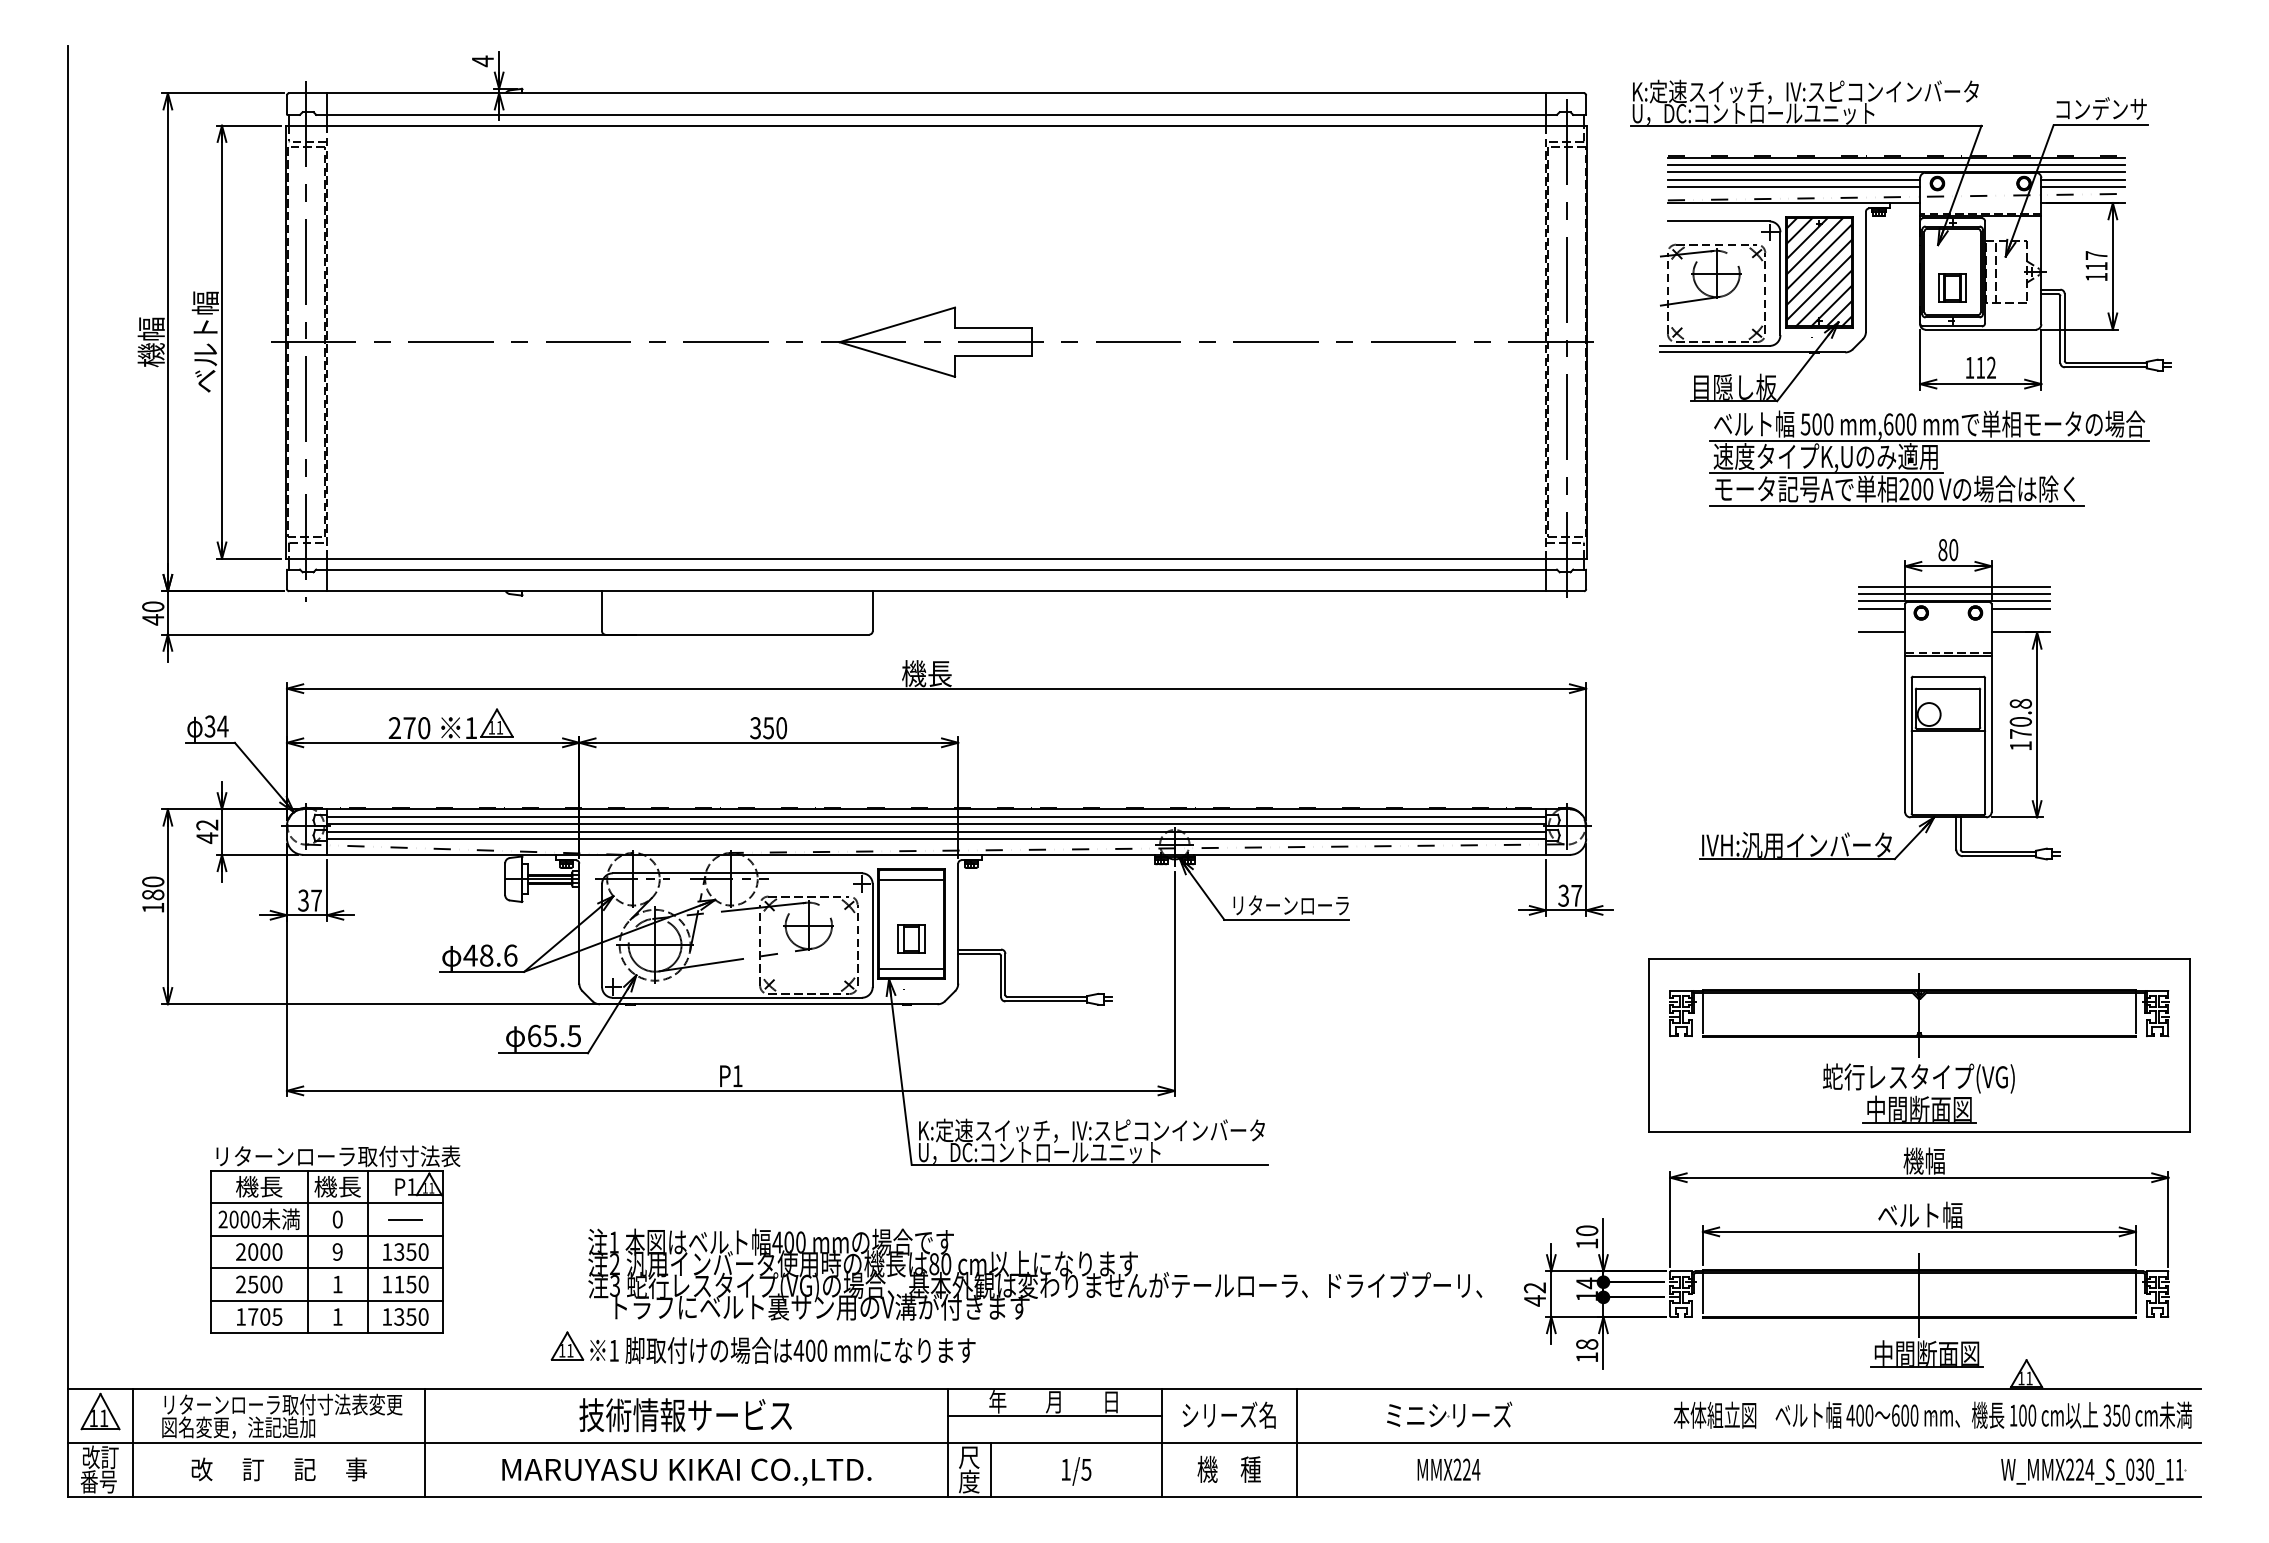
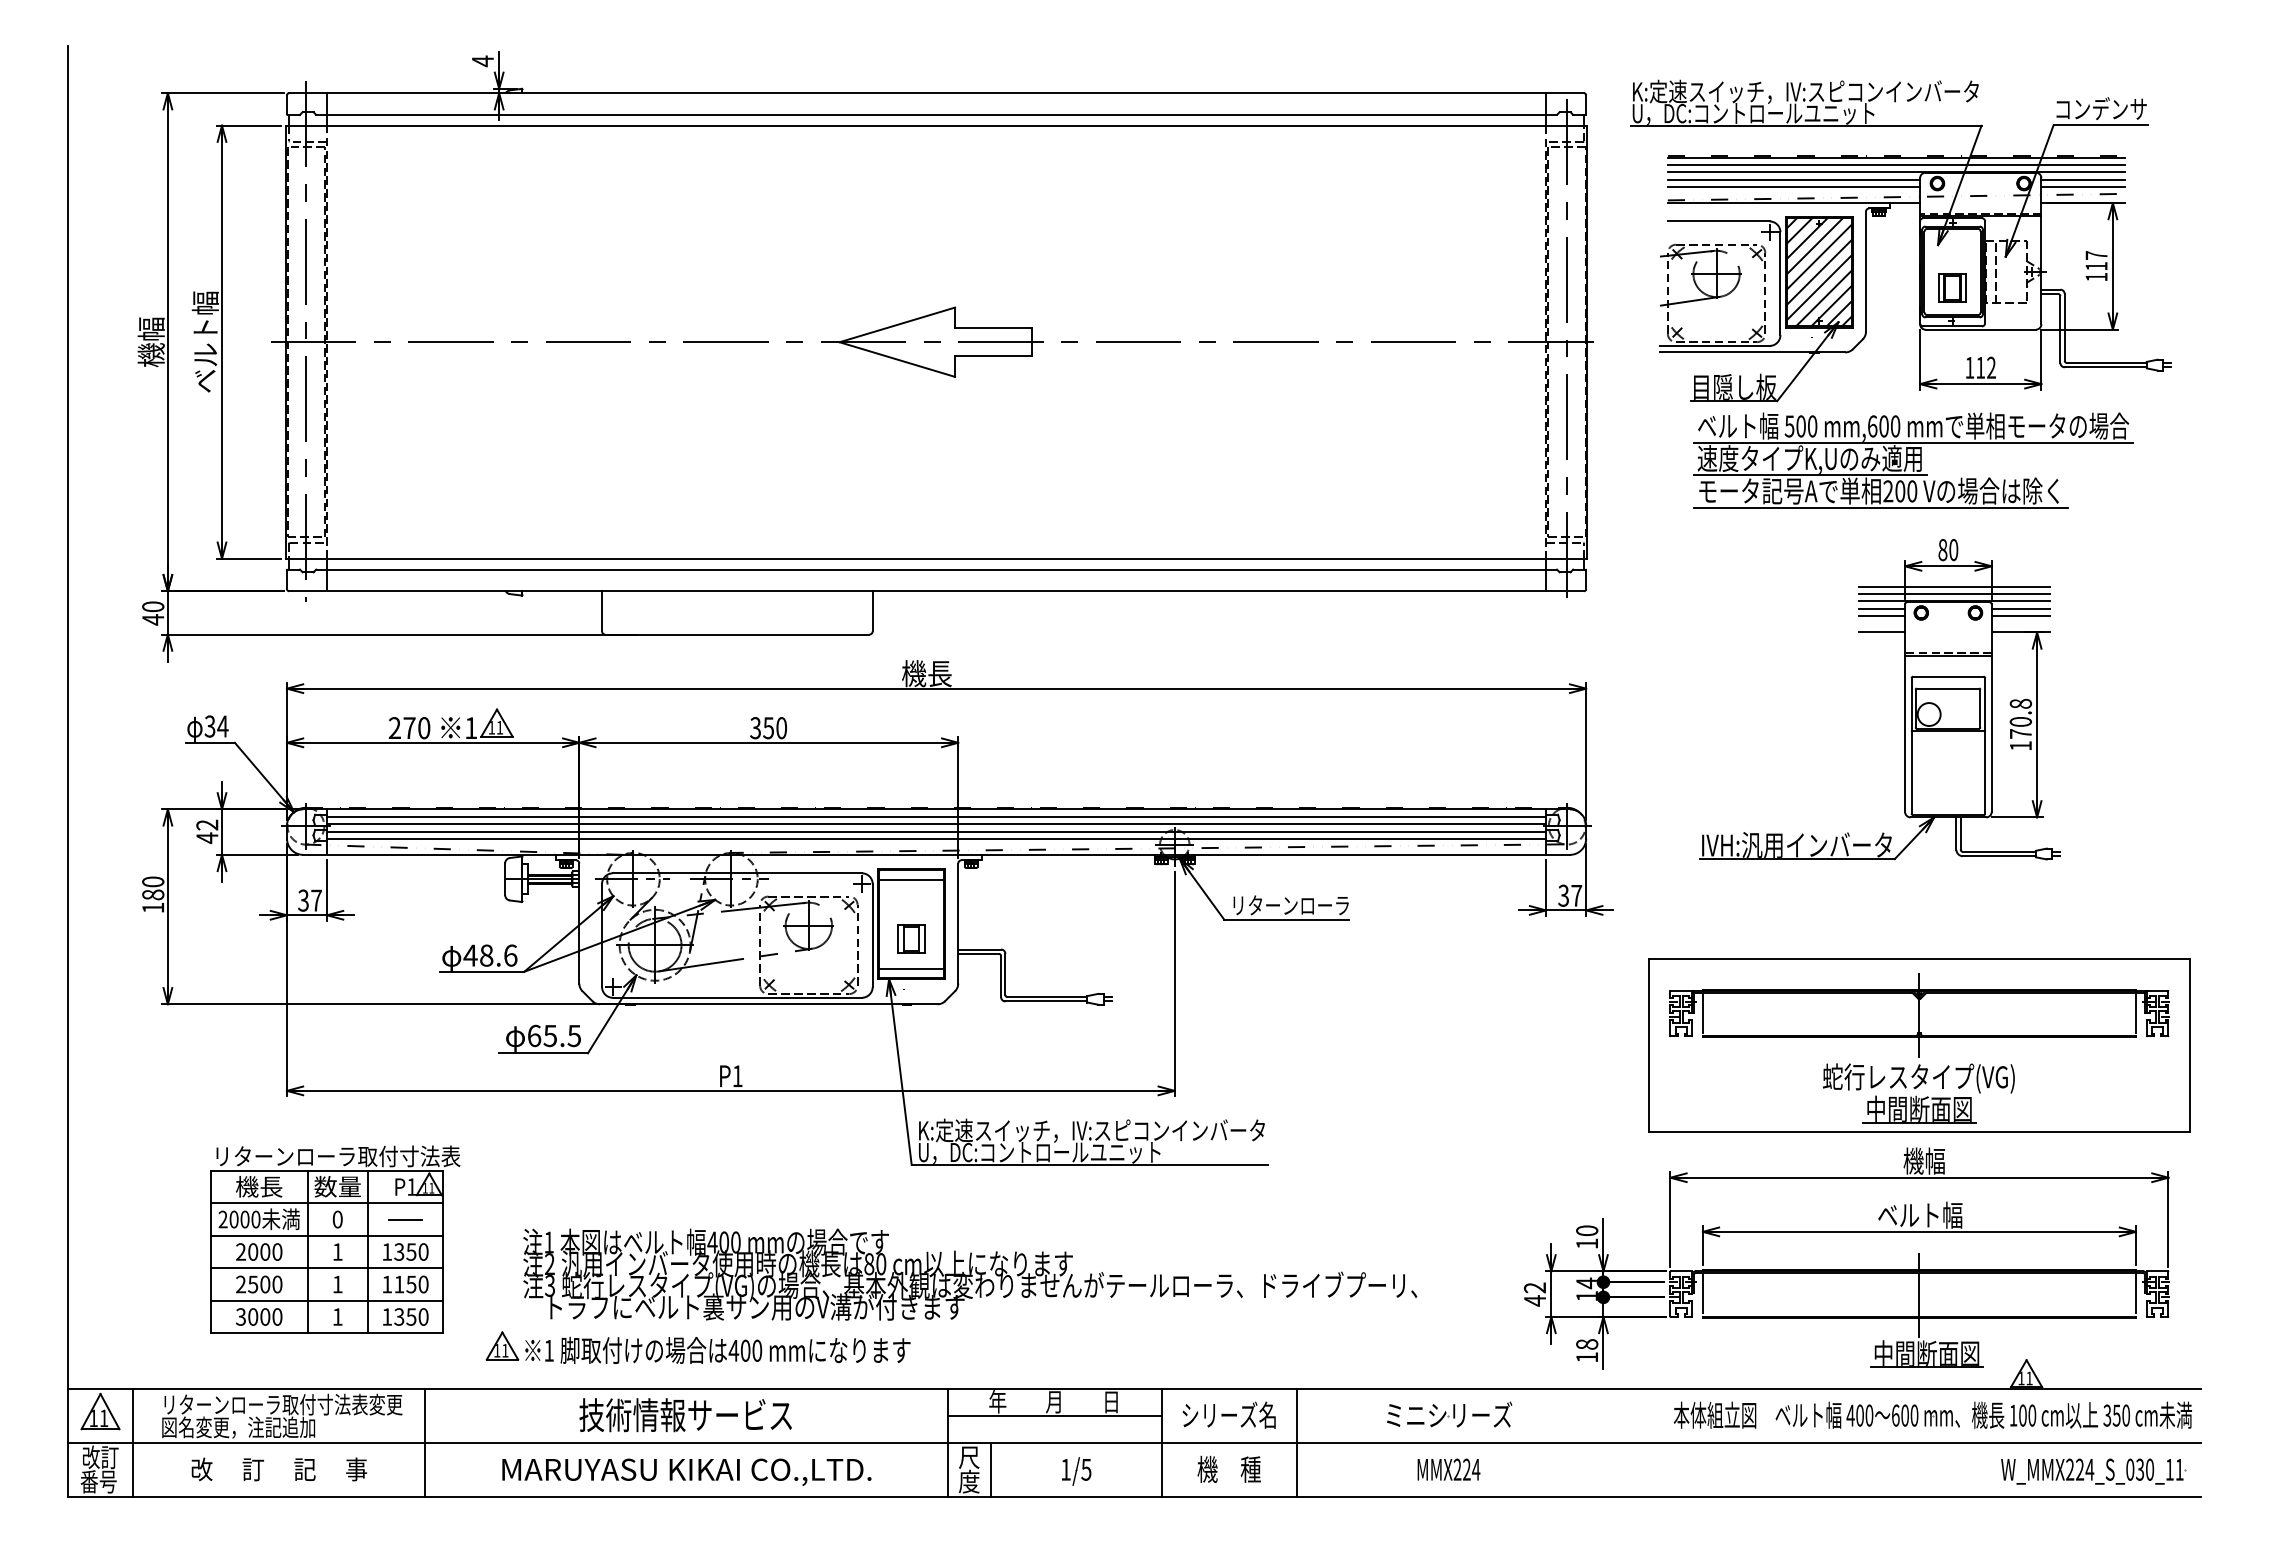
part at (1929, 458) position: (1929, 458) -> (1913, 460)
line at (1882, 616): none -> present
line at (2020, 616): none -> present
text at (337, 1186): 機長 -> 数量
text at (337, 1251): 9 -> 1
part at (1016, 1295) position: (1016, 1295) -> (951, 1295)
text at (258, 1316): 1705 -> 3000
